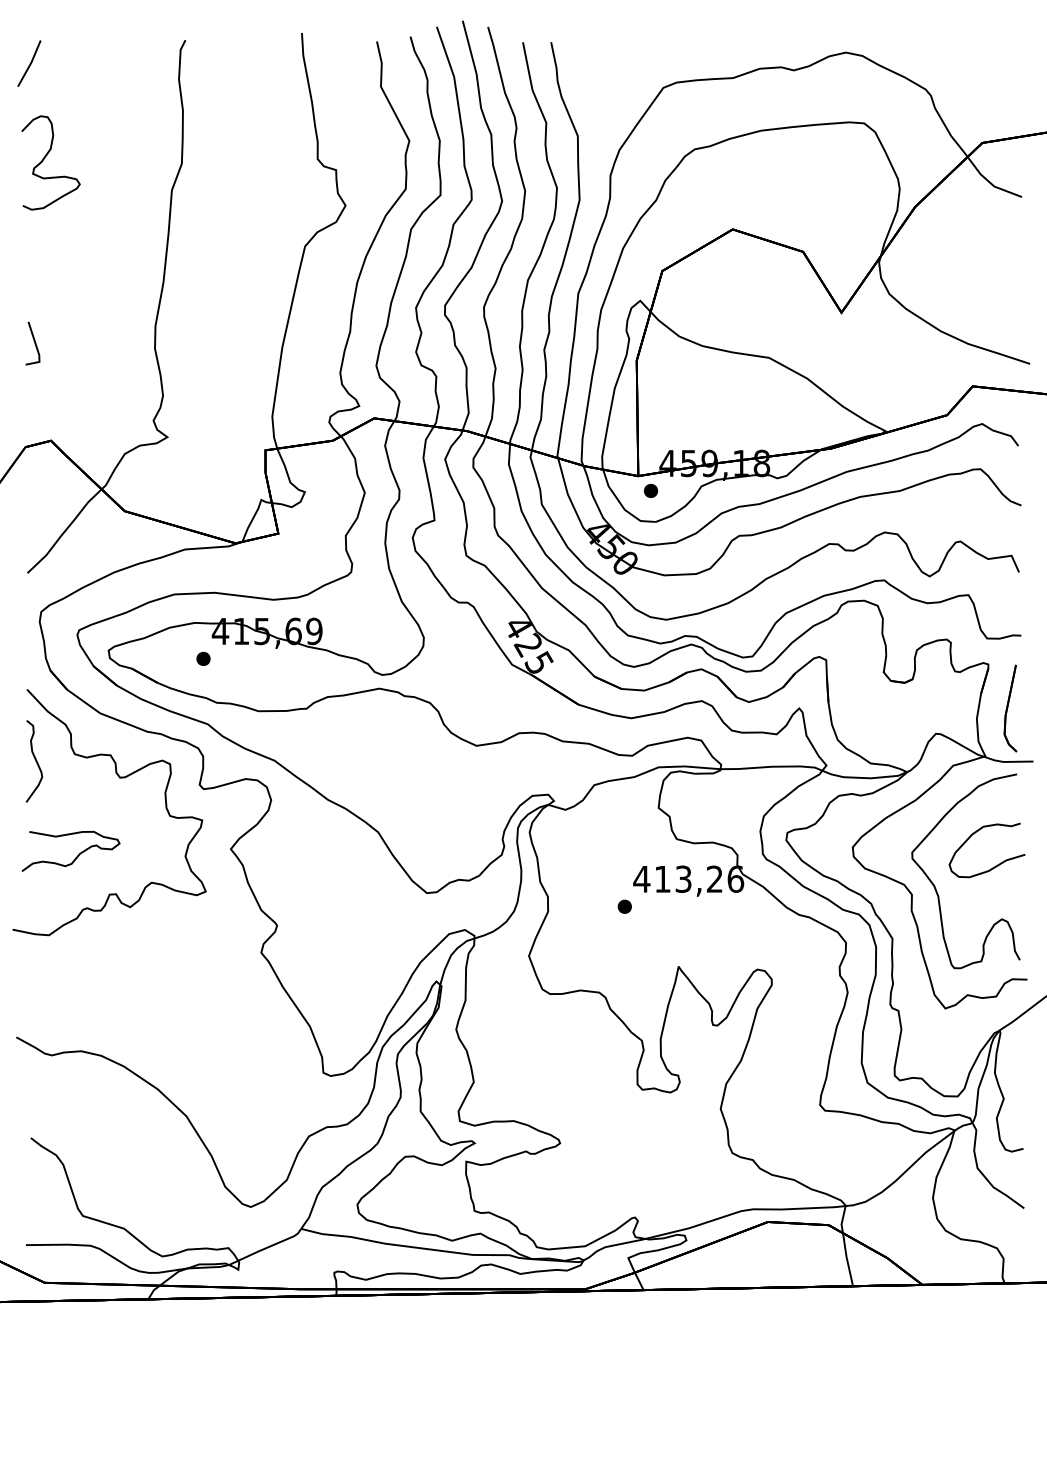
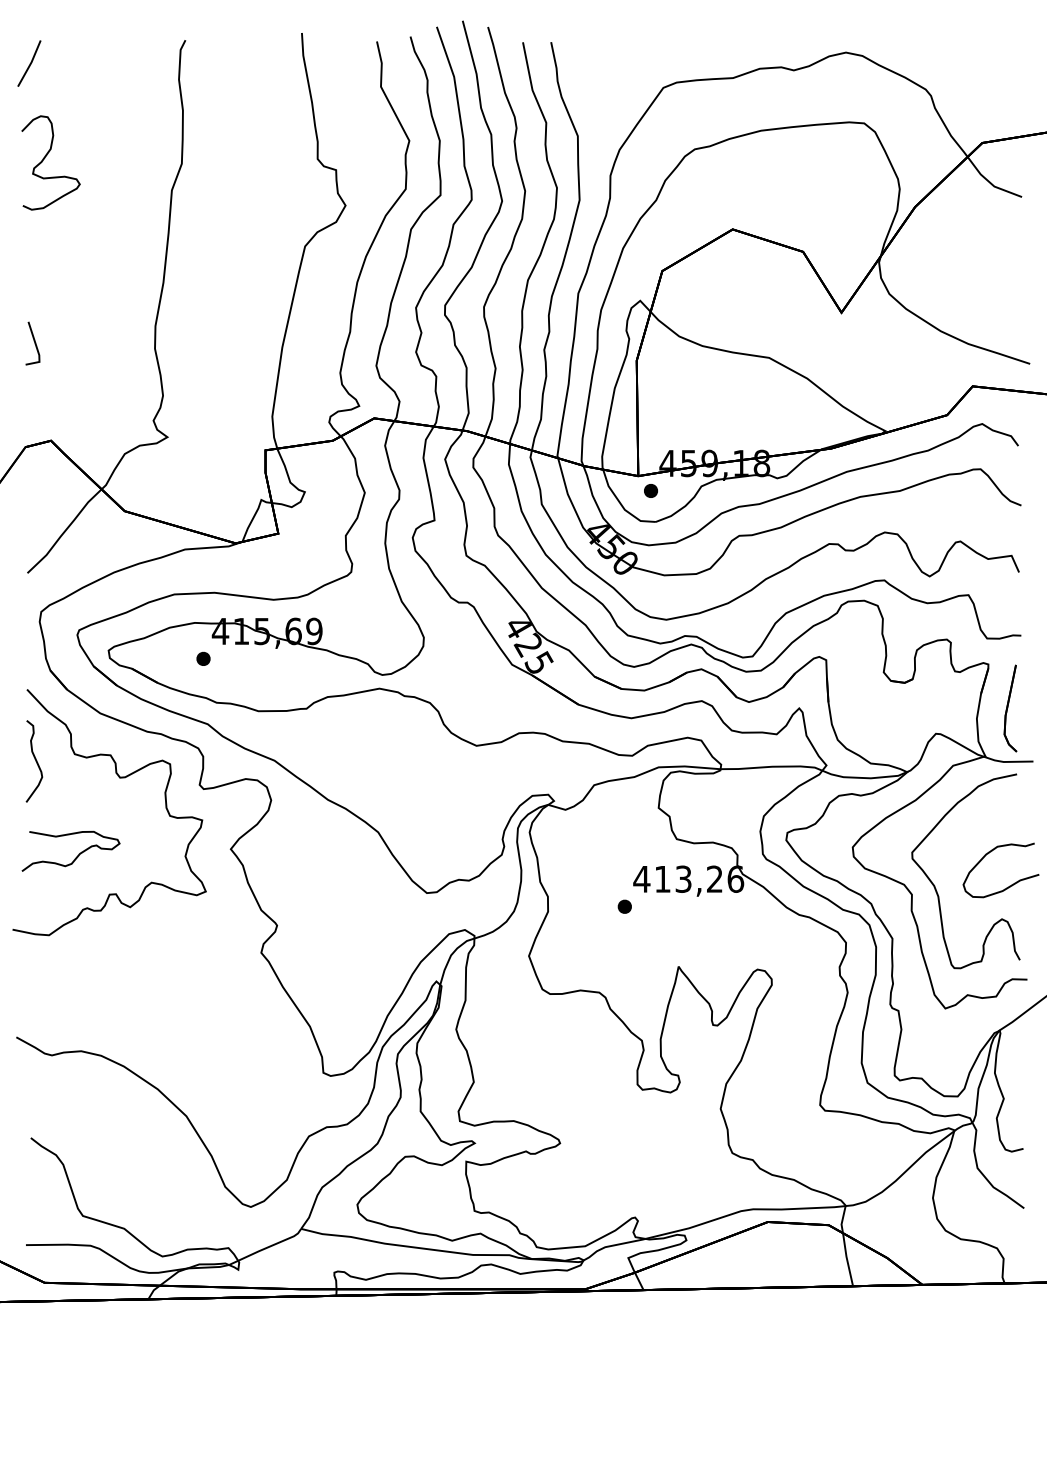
curve at (995, 865) position: (995, 865) -> (1009, 885)
